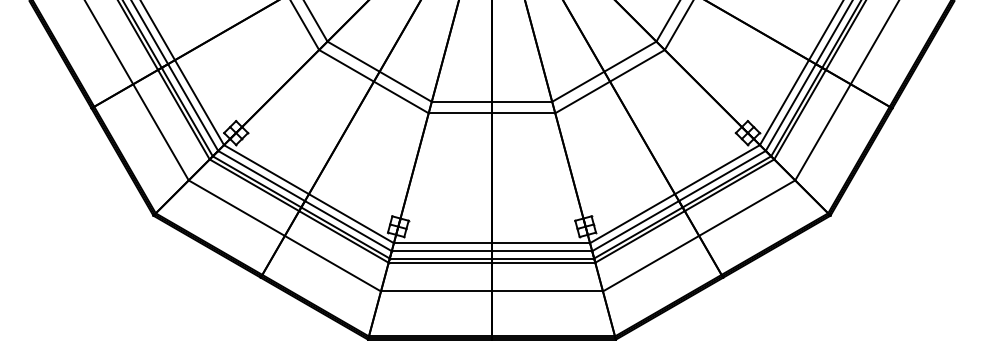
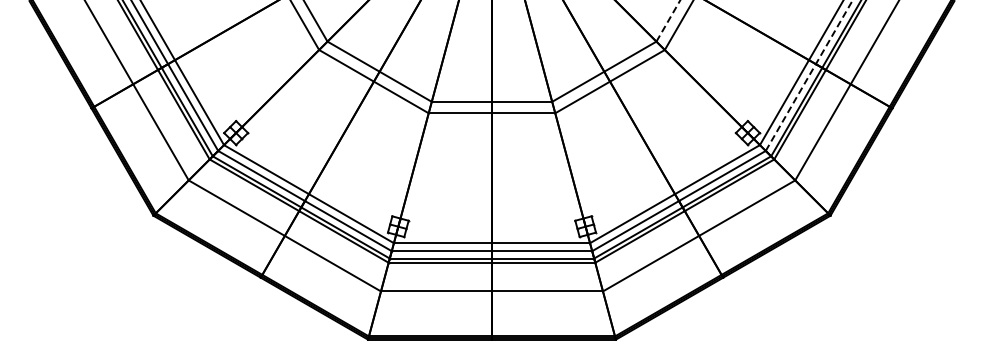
line at (668, 20): solid -> dashed
line at (809, 75): solid -> dashed
